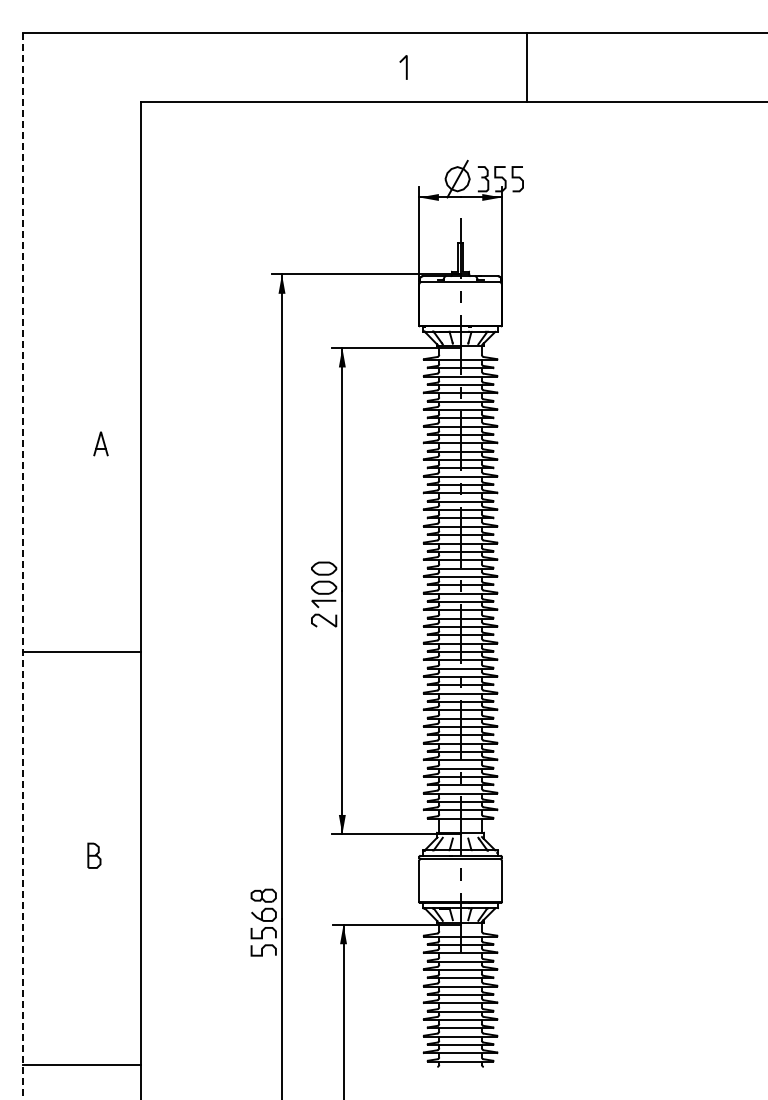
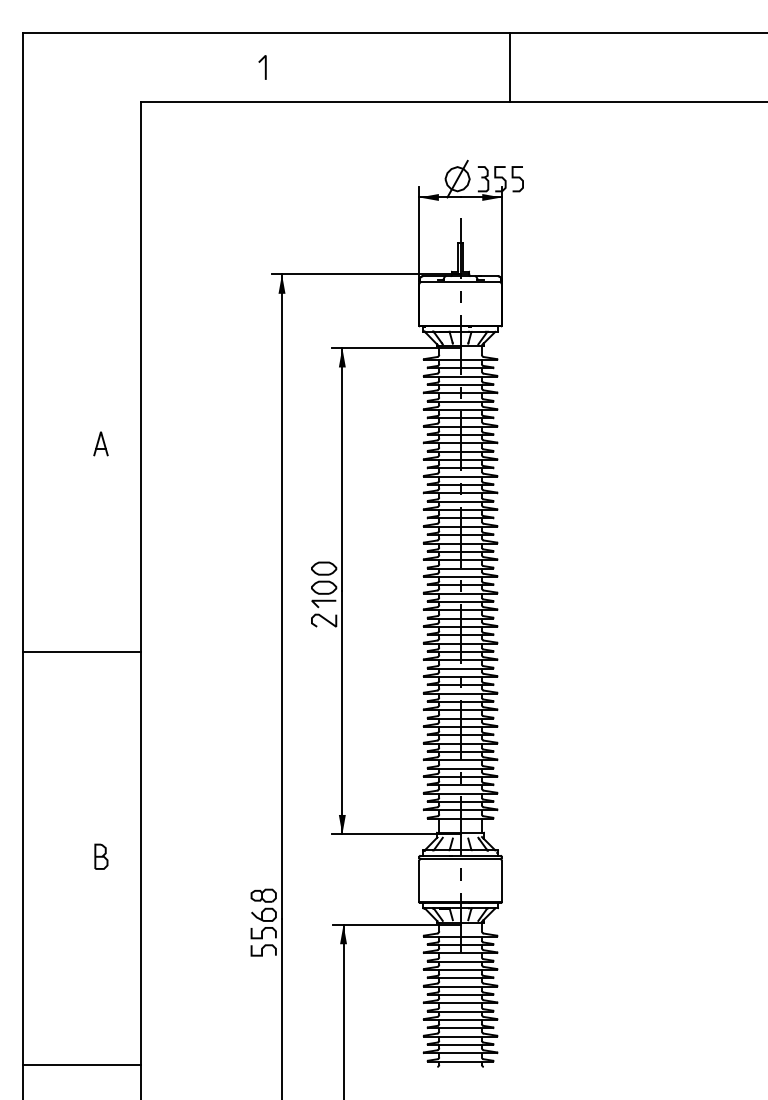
line at (405, 67) position: (405, 67) -> (264, 67)
line at (526, 67) position: (526, 67) -> (509, 67)
line at (23, 565): dashed -> solid
part at (94, 855) position: (94, 855) -> (101, 856)
